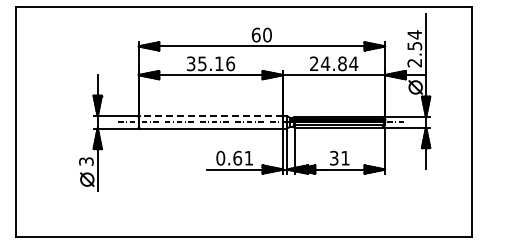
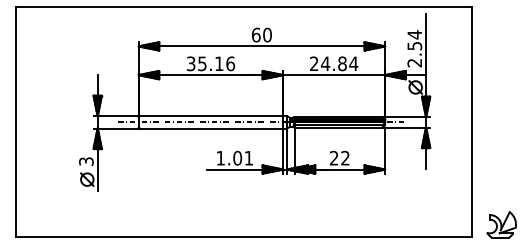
line at (211, 116): dashed -> solid
text at (229, 157): 0.61 -> 1.01
text at (339, 157): 31 -> 22
part at (501, 224): none -> present
